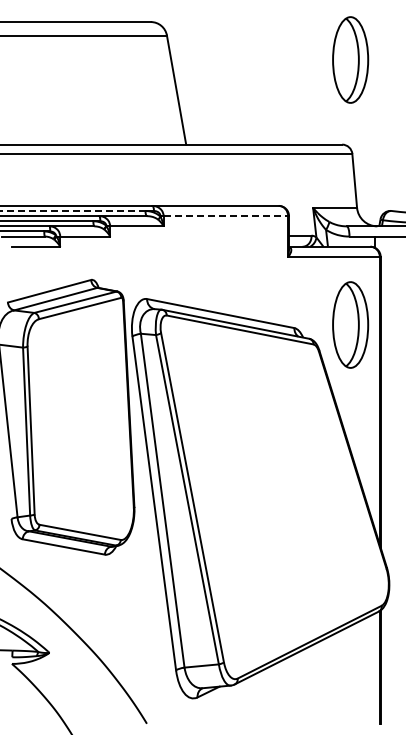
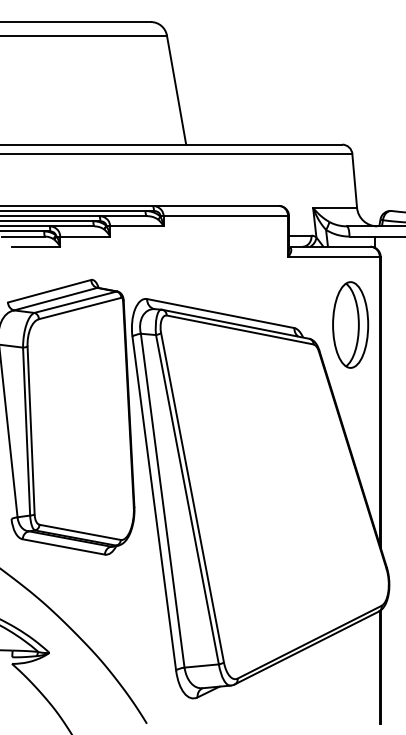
part at (350, 59): present -> none
line at (72, 211): dashed -> solid
line at (226, 216): dashed -> solid
